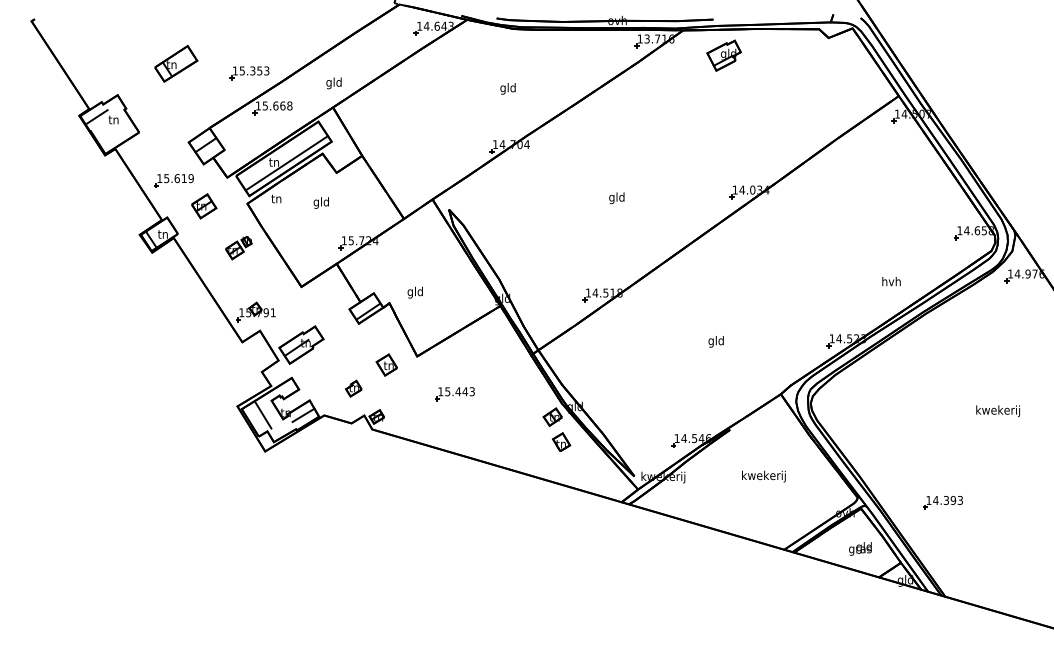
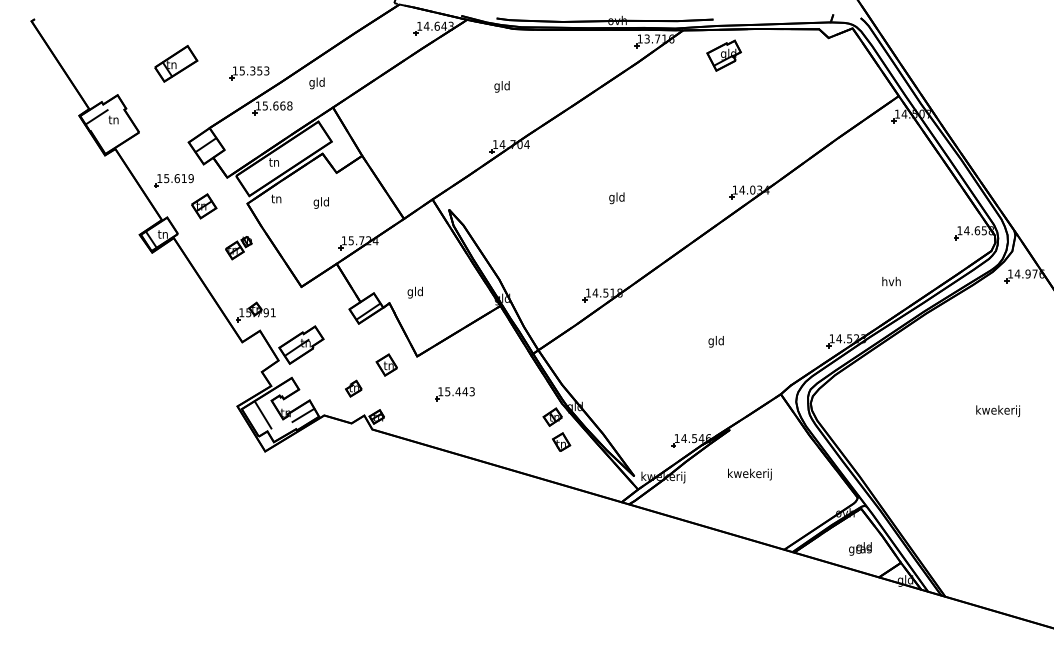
text at (333, 83) position: (333, 83) -> (316, 83)
text at (507, 88) position: (507, 88) -> (501, 86)
line at (286, 163): present -> none
text at (763, 476) position: (763, 476) -> (749, 474)
part at (942, 502): present -> none
